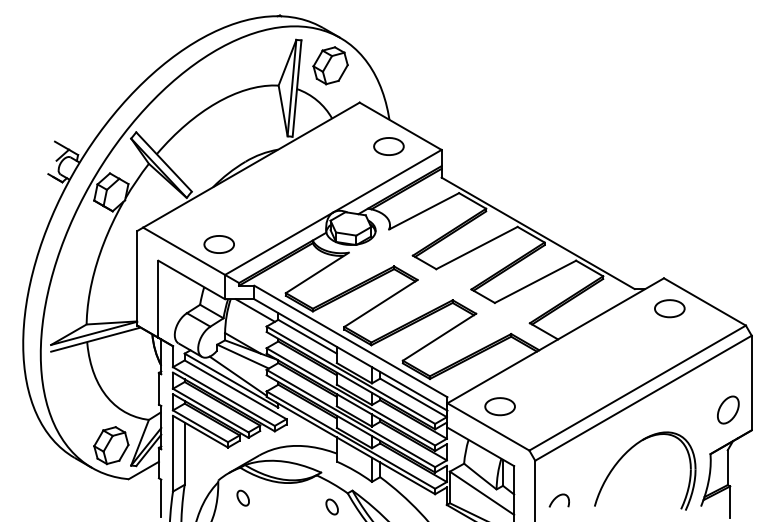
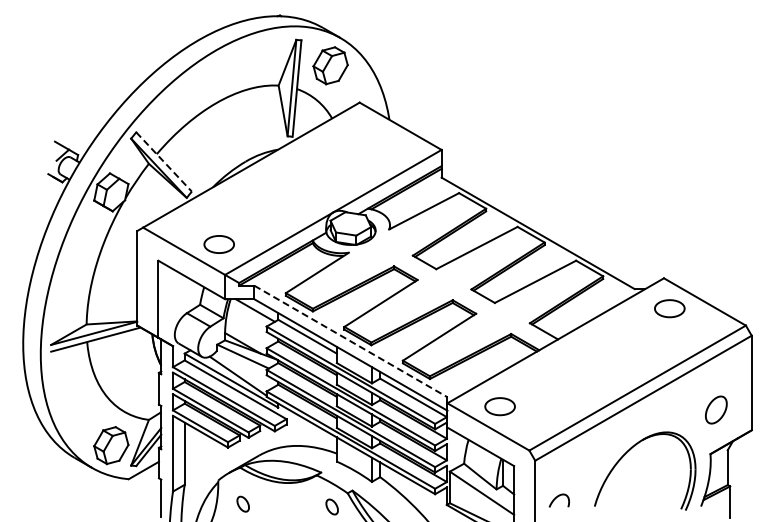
part at (388, 146): present -> none
line at (164, 162): solid -> dashed
line at (351, 341): solid -> dashed
part at (728, 409) position: (728, 409) -> (716, 409)
part at (242, 497) position: (242, 497) -> (242, 503)
